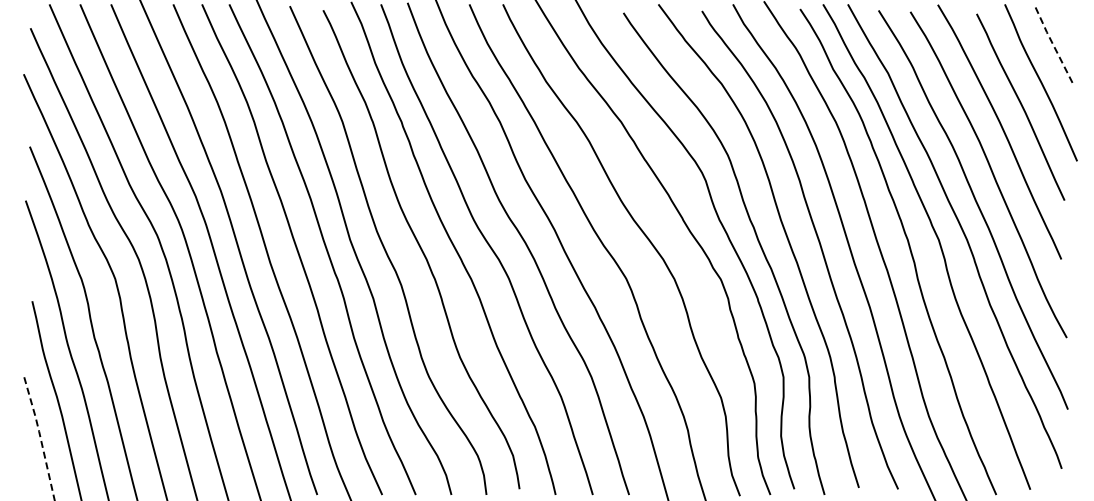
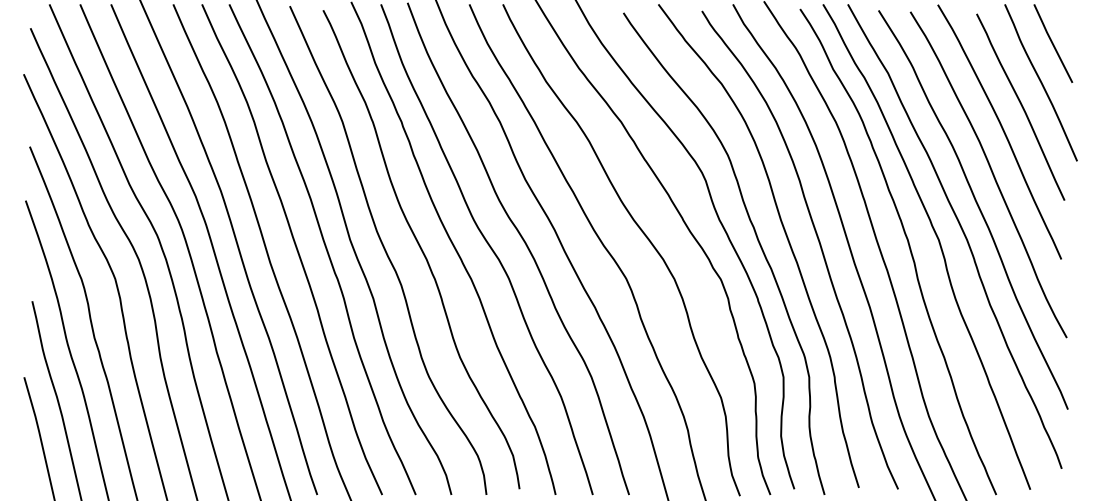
line at (1051, 42): dashed -> solid
line at (40, 437): dashed -> solid
